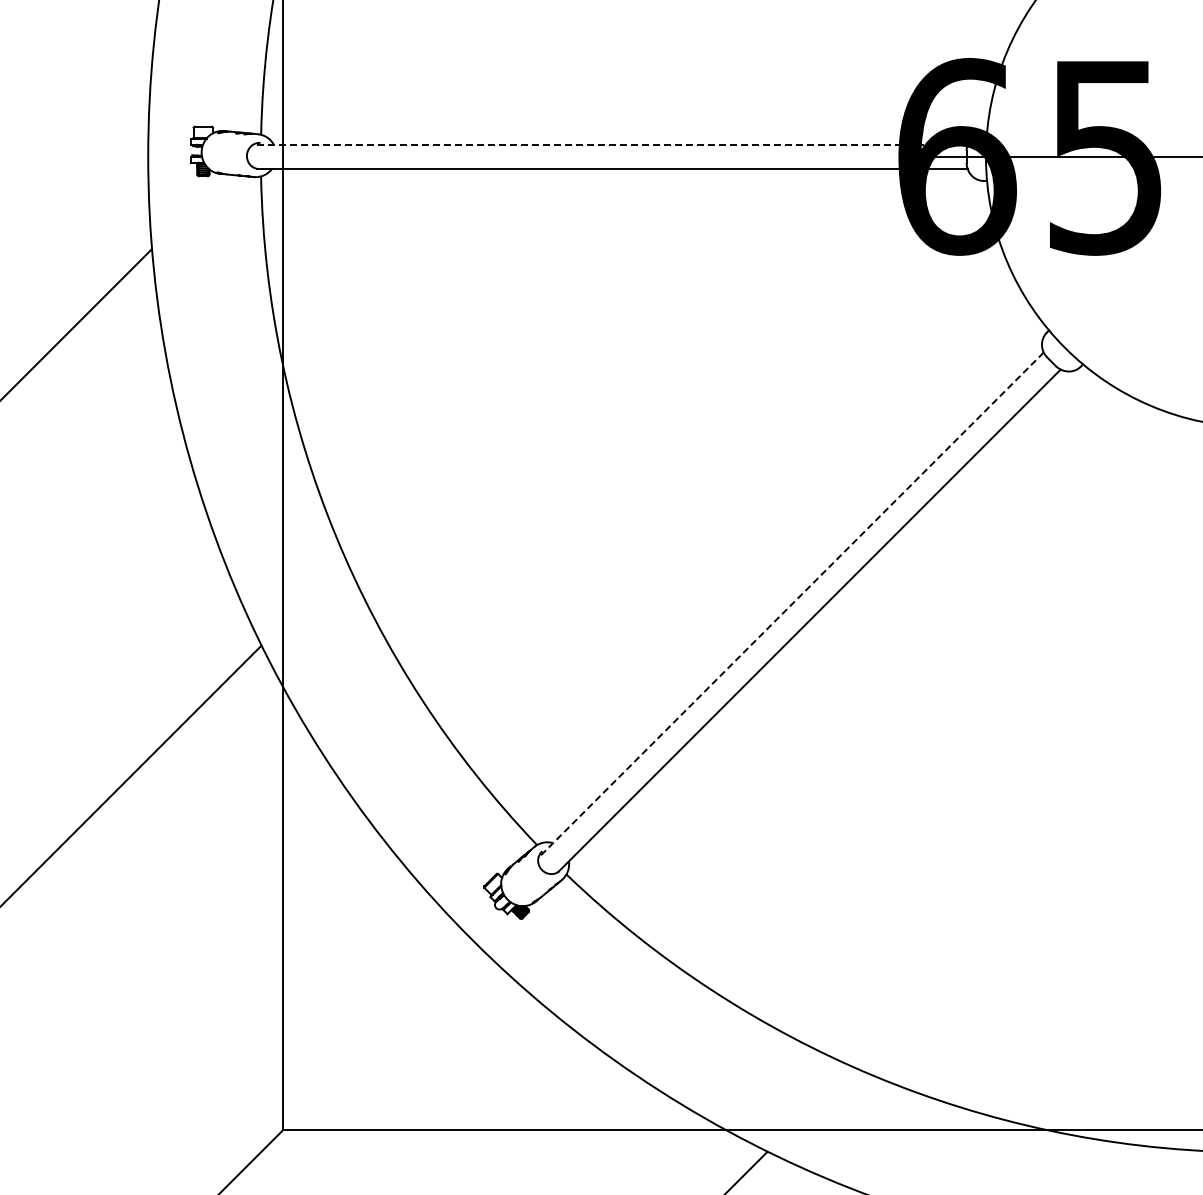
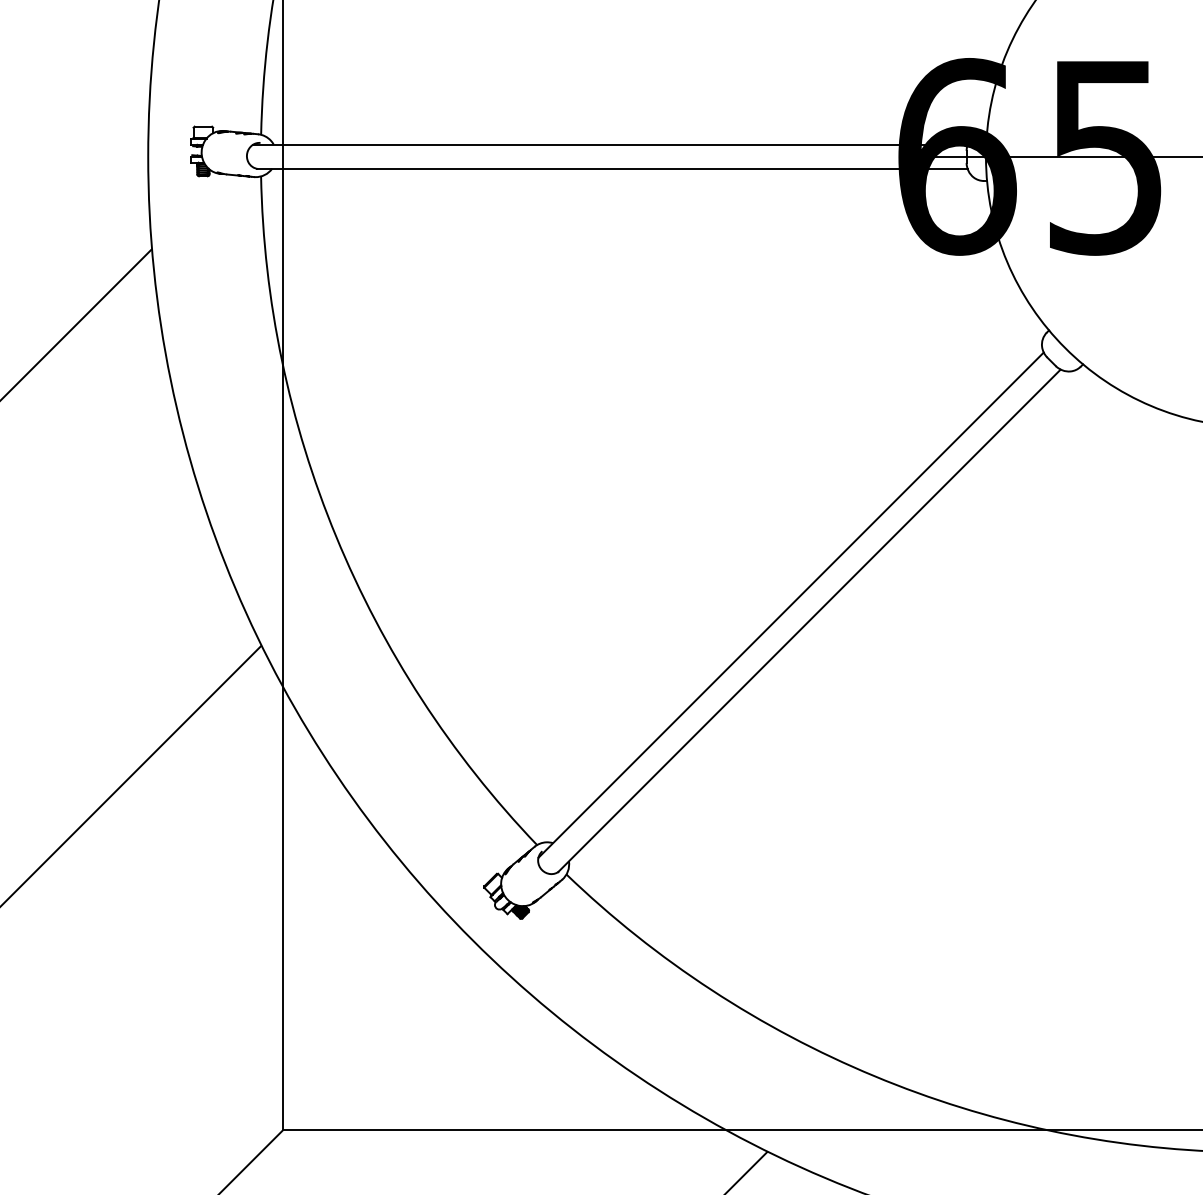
line at (609, 144): dashed -> solid
line at (790, 605): dashed -> solid
